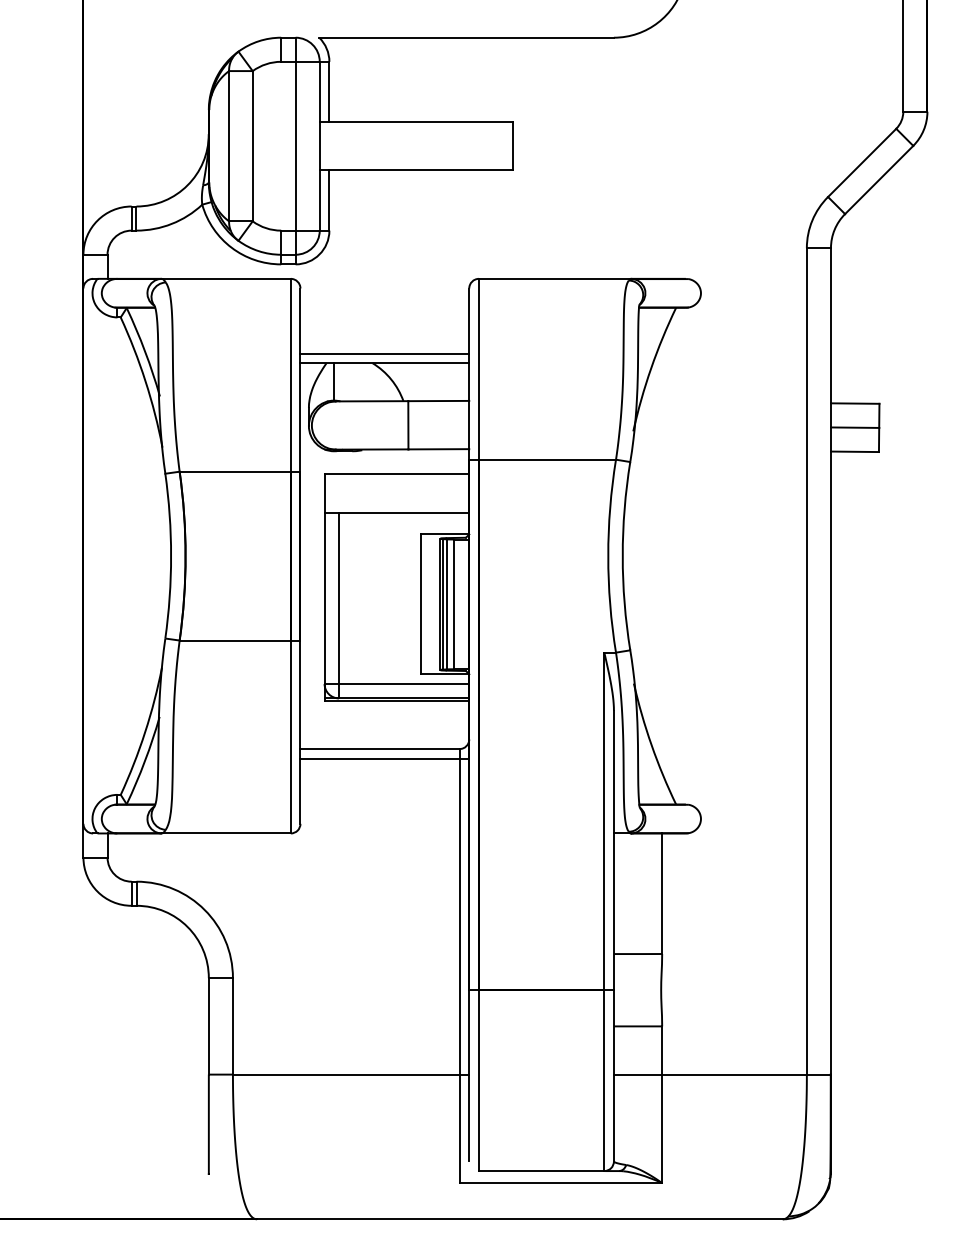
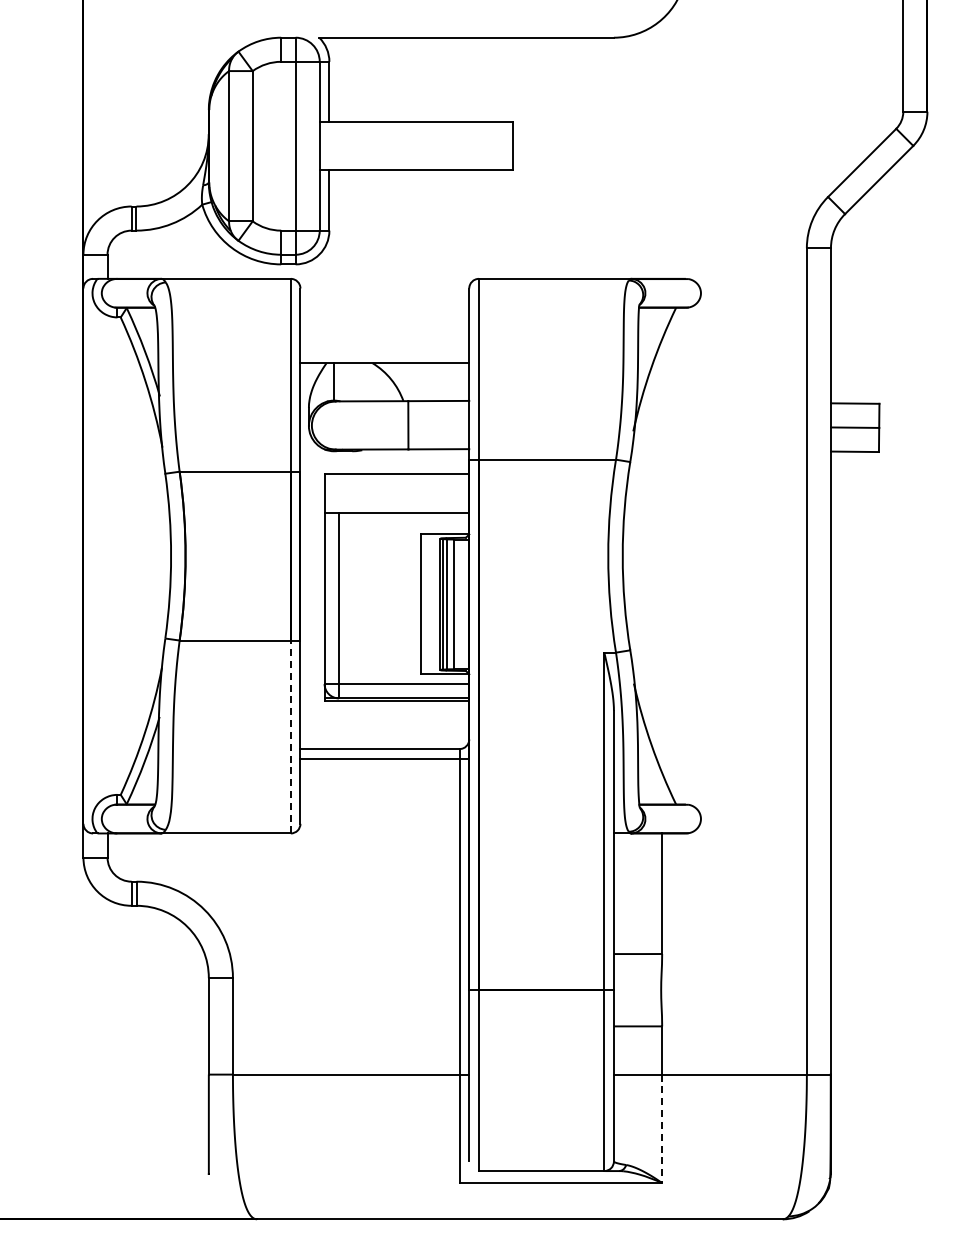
line at (384, 353): present -> none
line at (290, 736): solid -> dashed
line at (662, 1129): solid -> dashed
